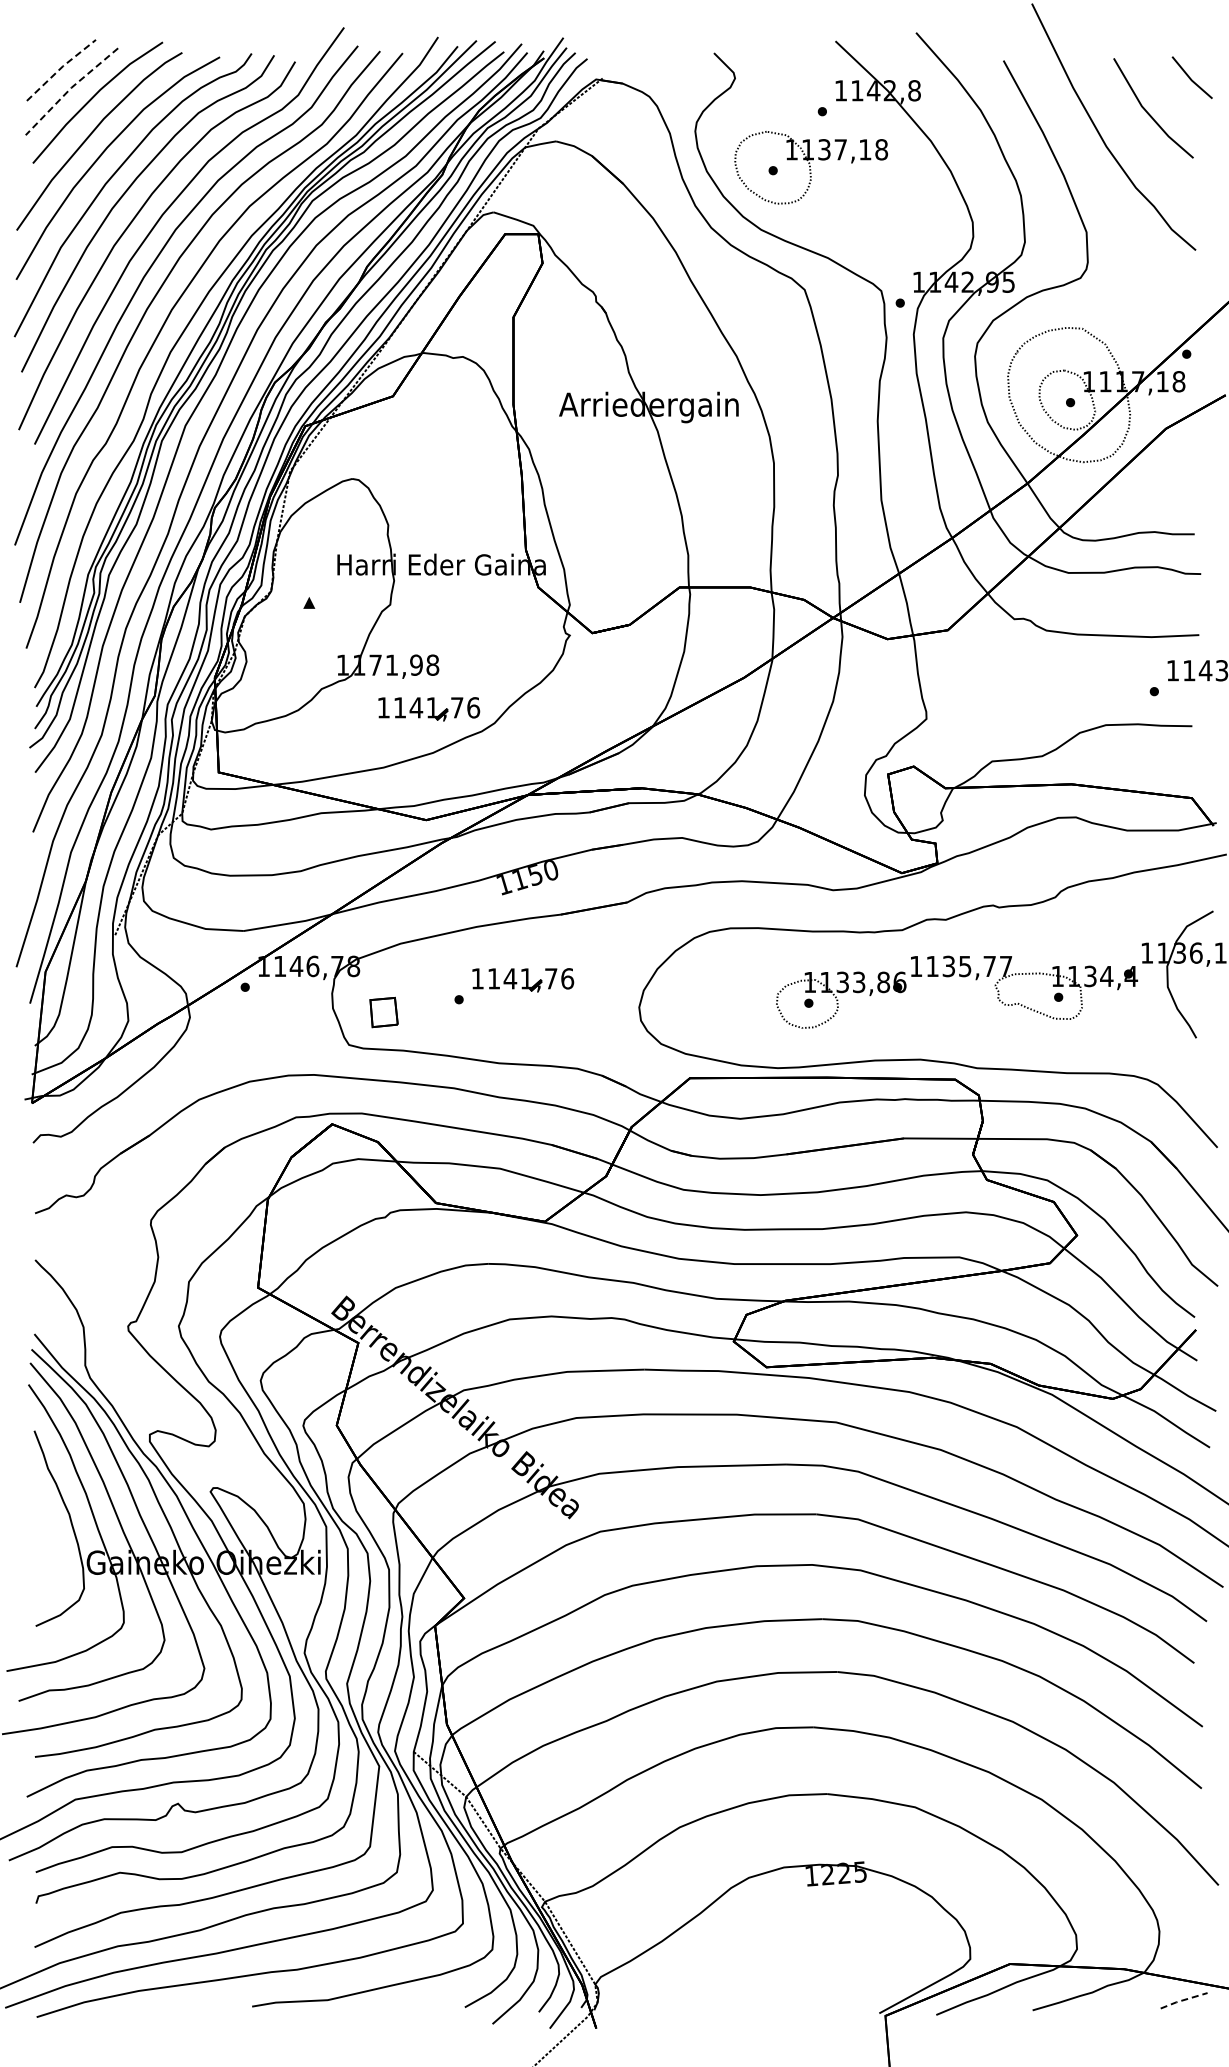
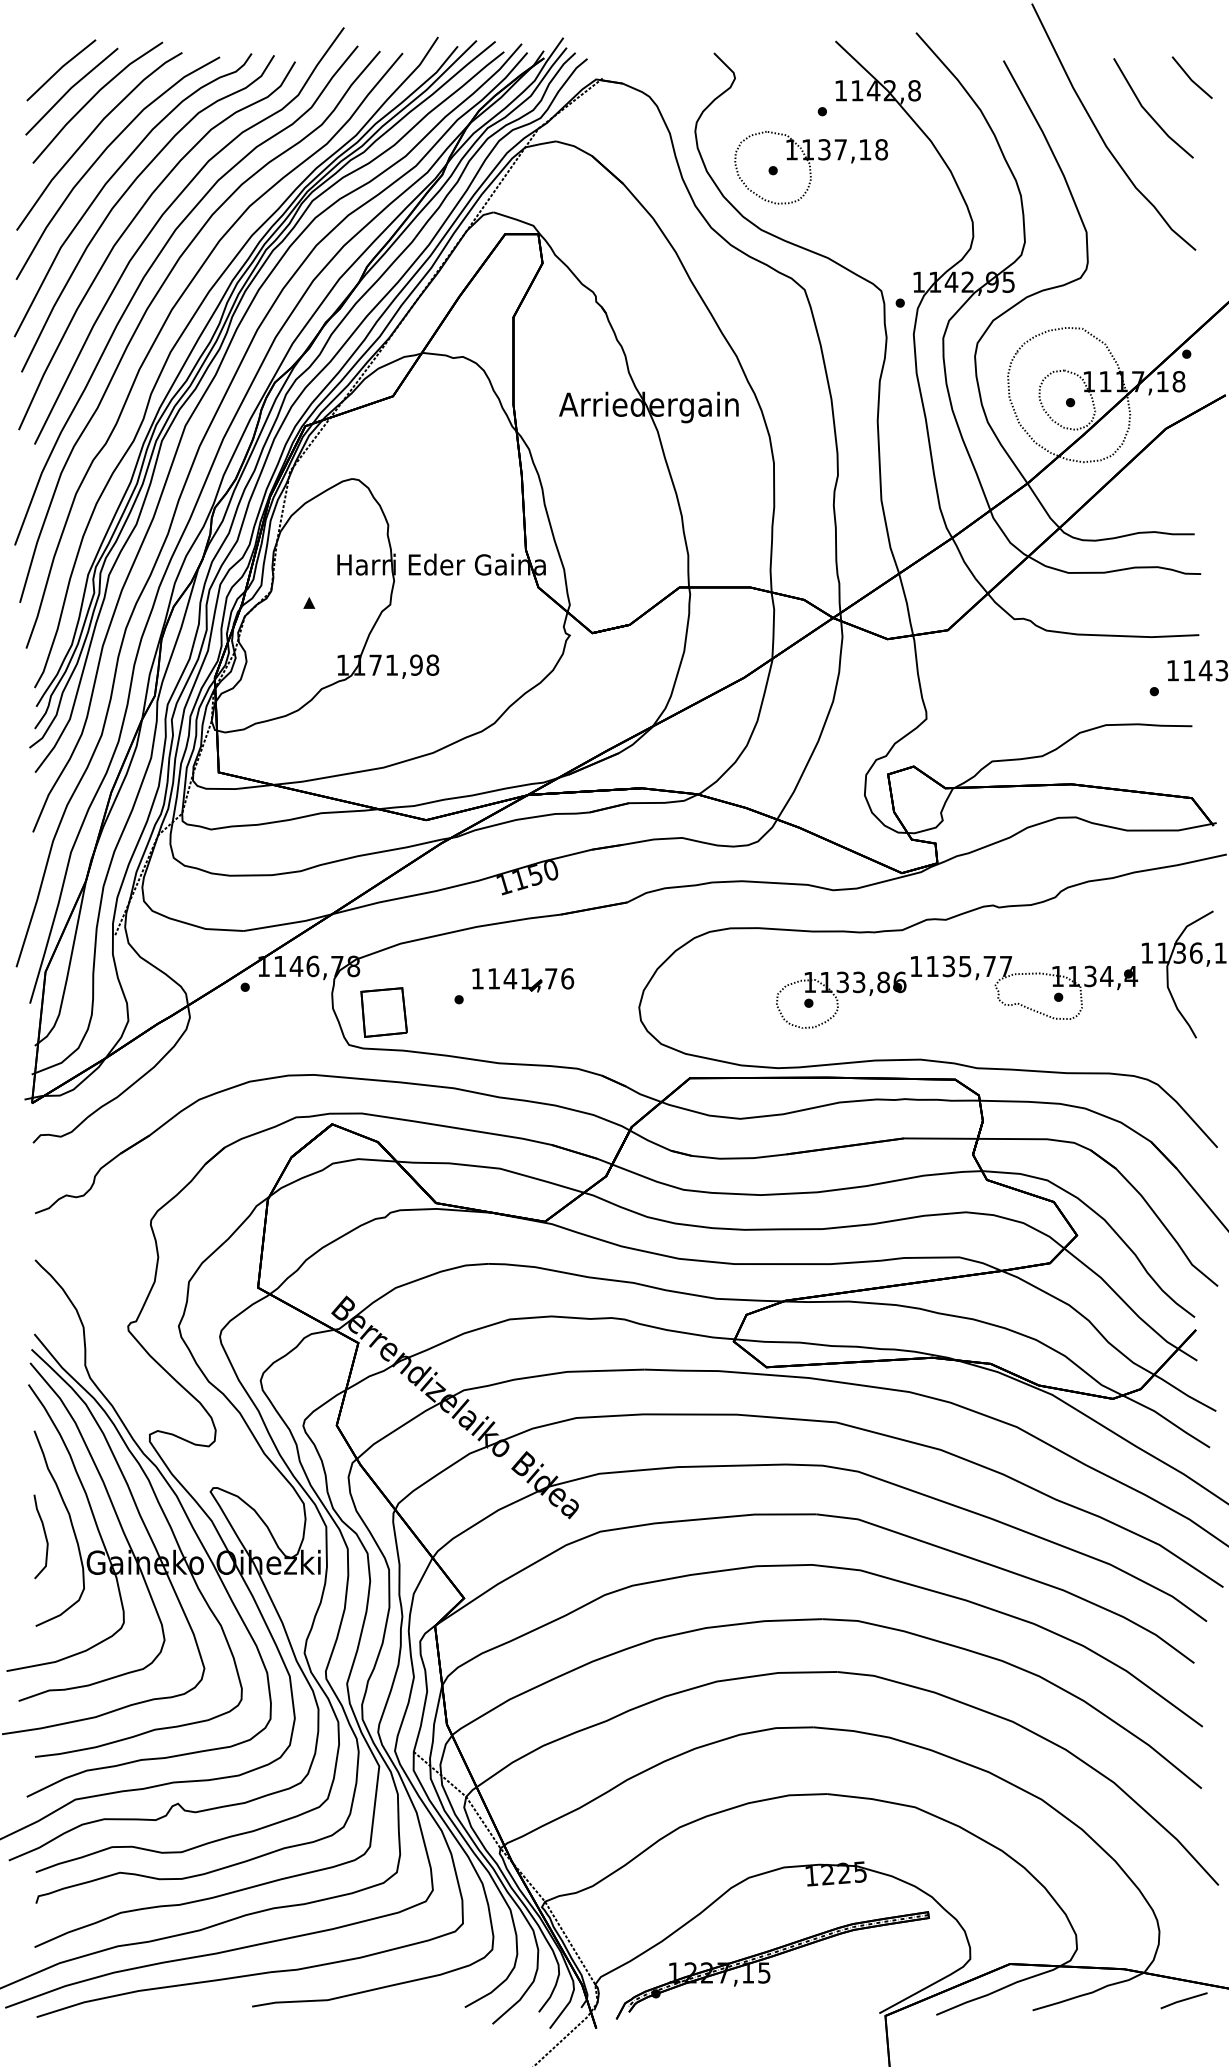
line at (60, 68): dashed -> solid
line at (70, 89): dashed -> solid
part at (429, 709): present -> none
part at (383, 1012) size: 30x33 px -> 48x51 px
curve at (44, 1535): none -> present
part at (772, 1965): none -> present
line at (1183, 2000): dashed -> solid
